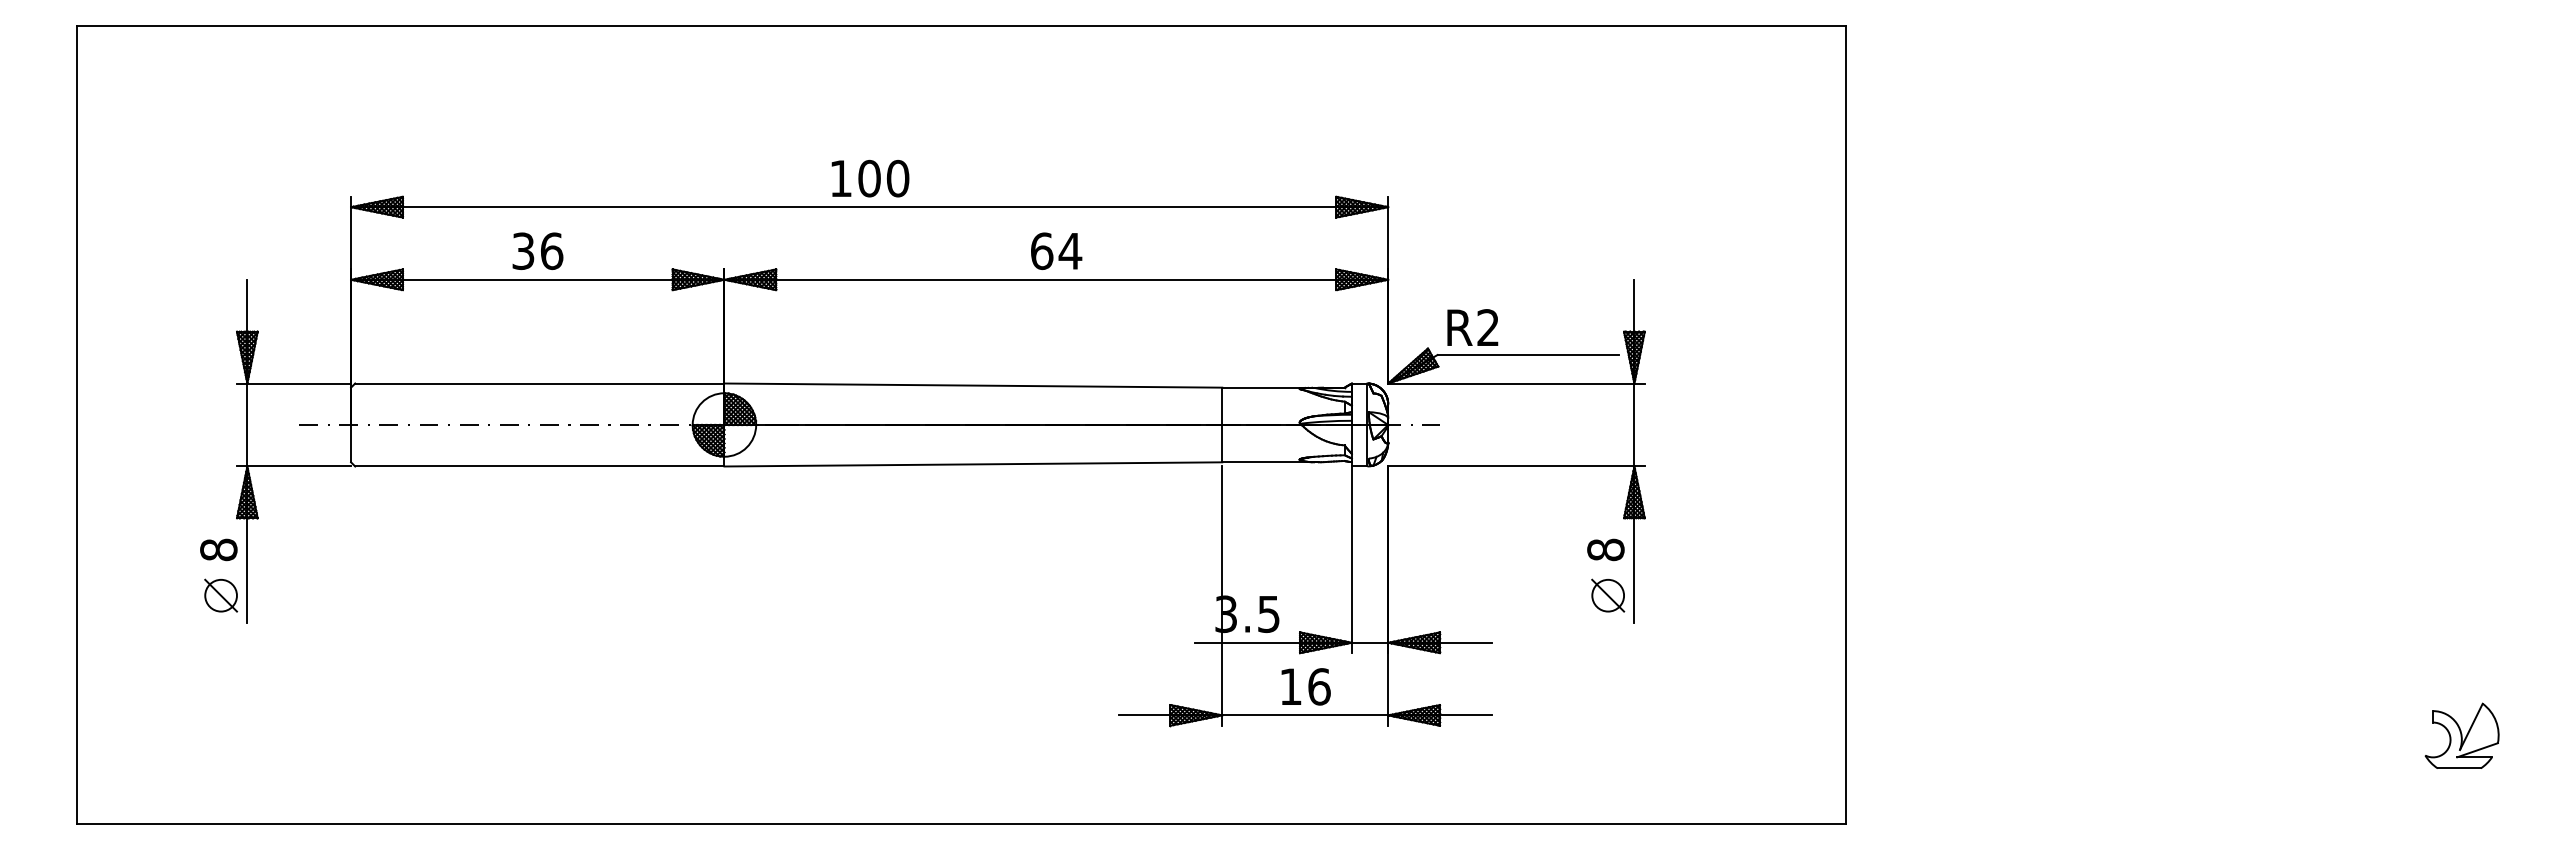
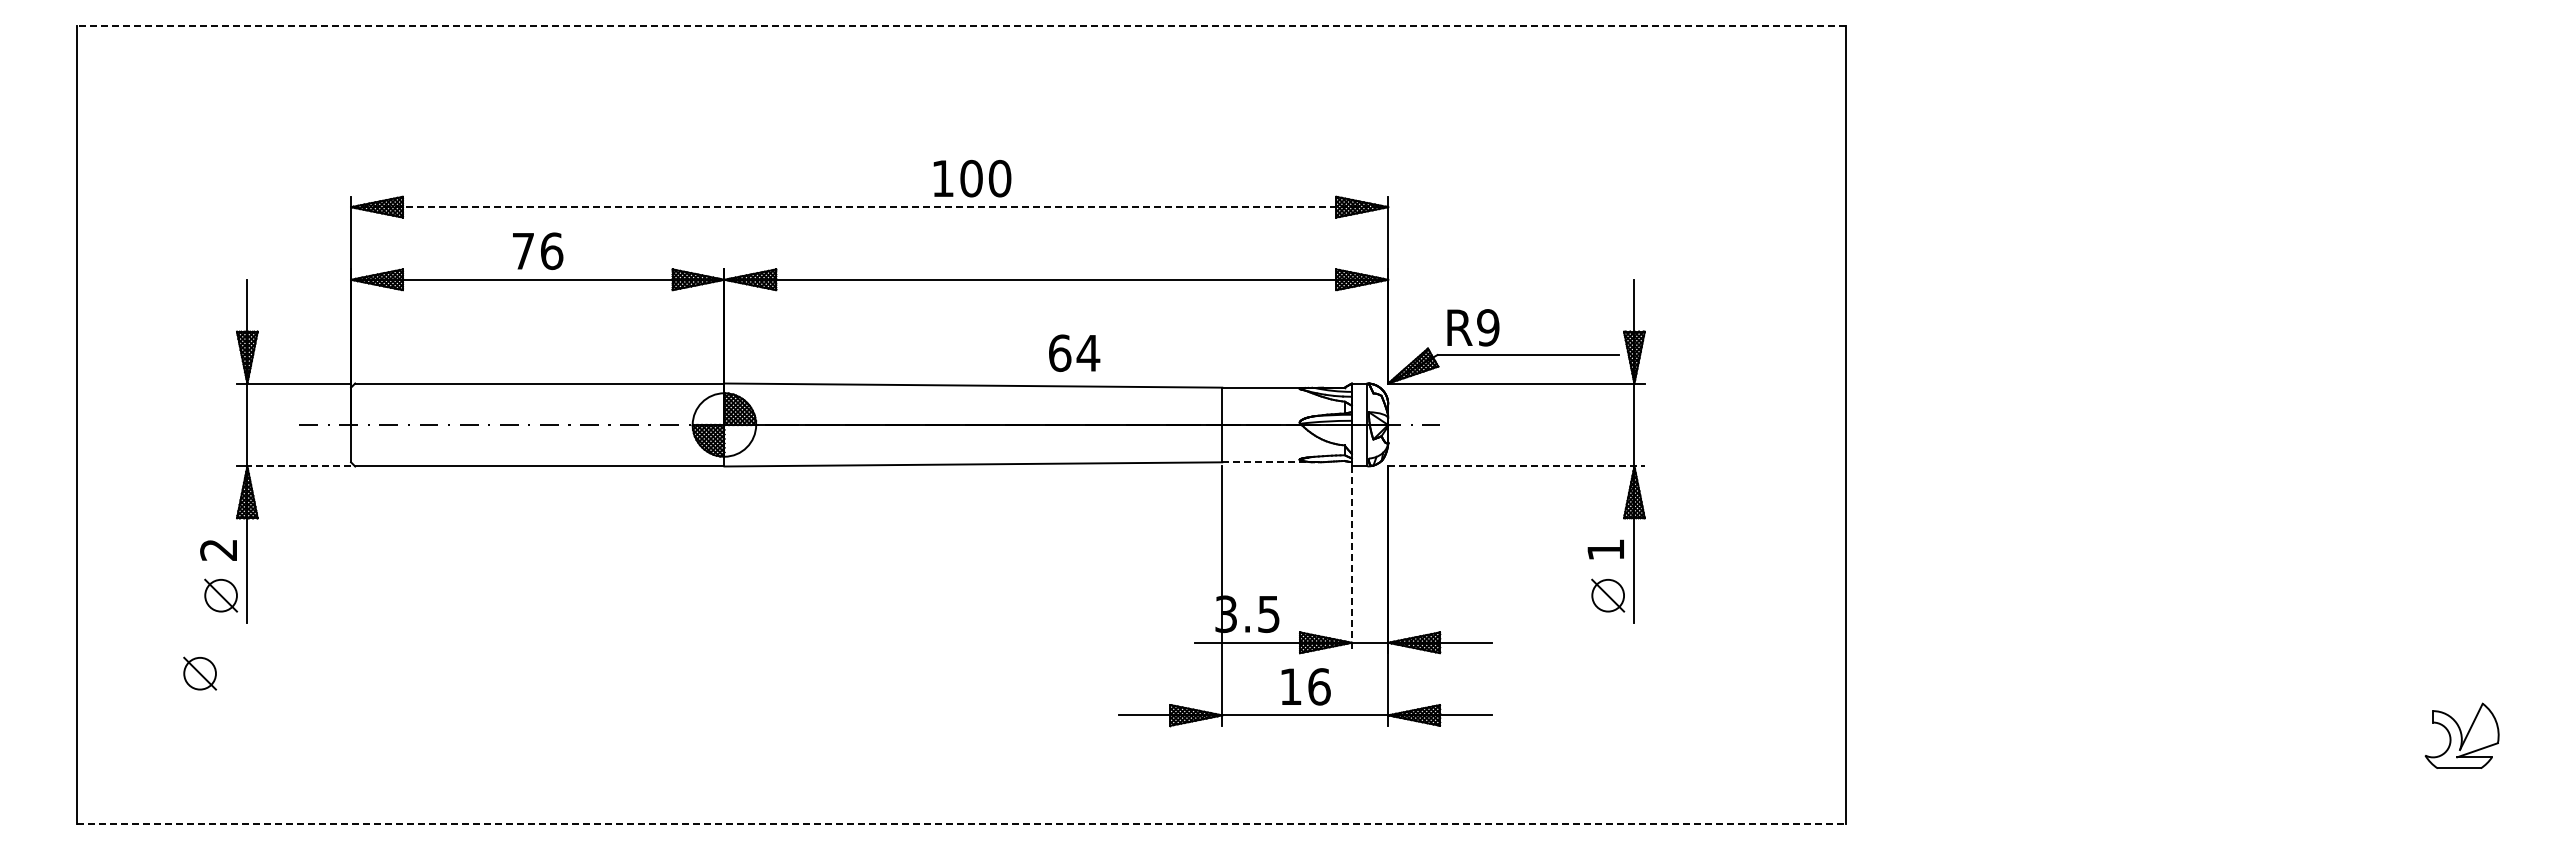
line at (960, 25): solid -> dashed
text at (870, 178) position: (870, 178) -> (972, 178)
line at (869, 207): solid -> dashed
text at (1056, 250) position: (1056, 250) -> (1074, 352)
text at (523, 251): 36 -> 76
text at (1488, 327): R2 -> R9
line at (1269, 462): solid -> dashed
line at (299, 466): solid -> dashed
line at (1517, 466): solid -> dashed
text at (218, 549): 8 -> 2
text at (1605, 549): 8 -> 1
line at (1351, 560): solid -> dashed
part at (200, 673): none -> present
line at (961, 824): solid -> dashed
